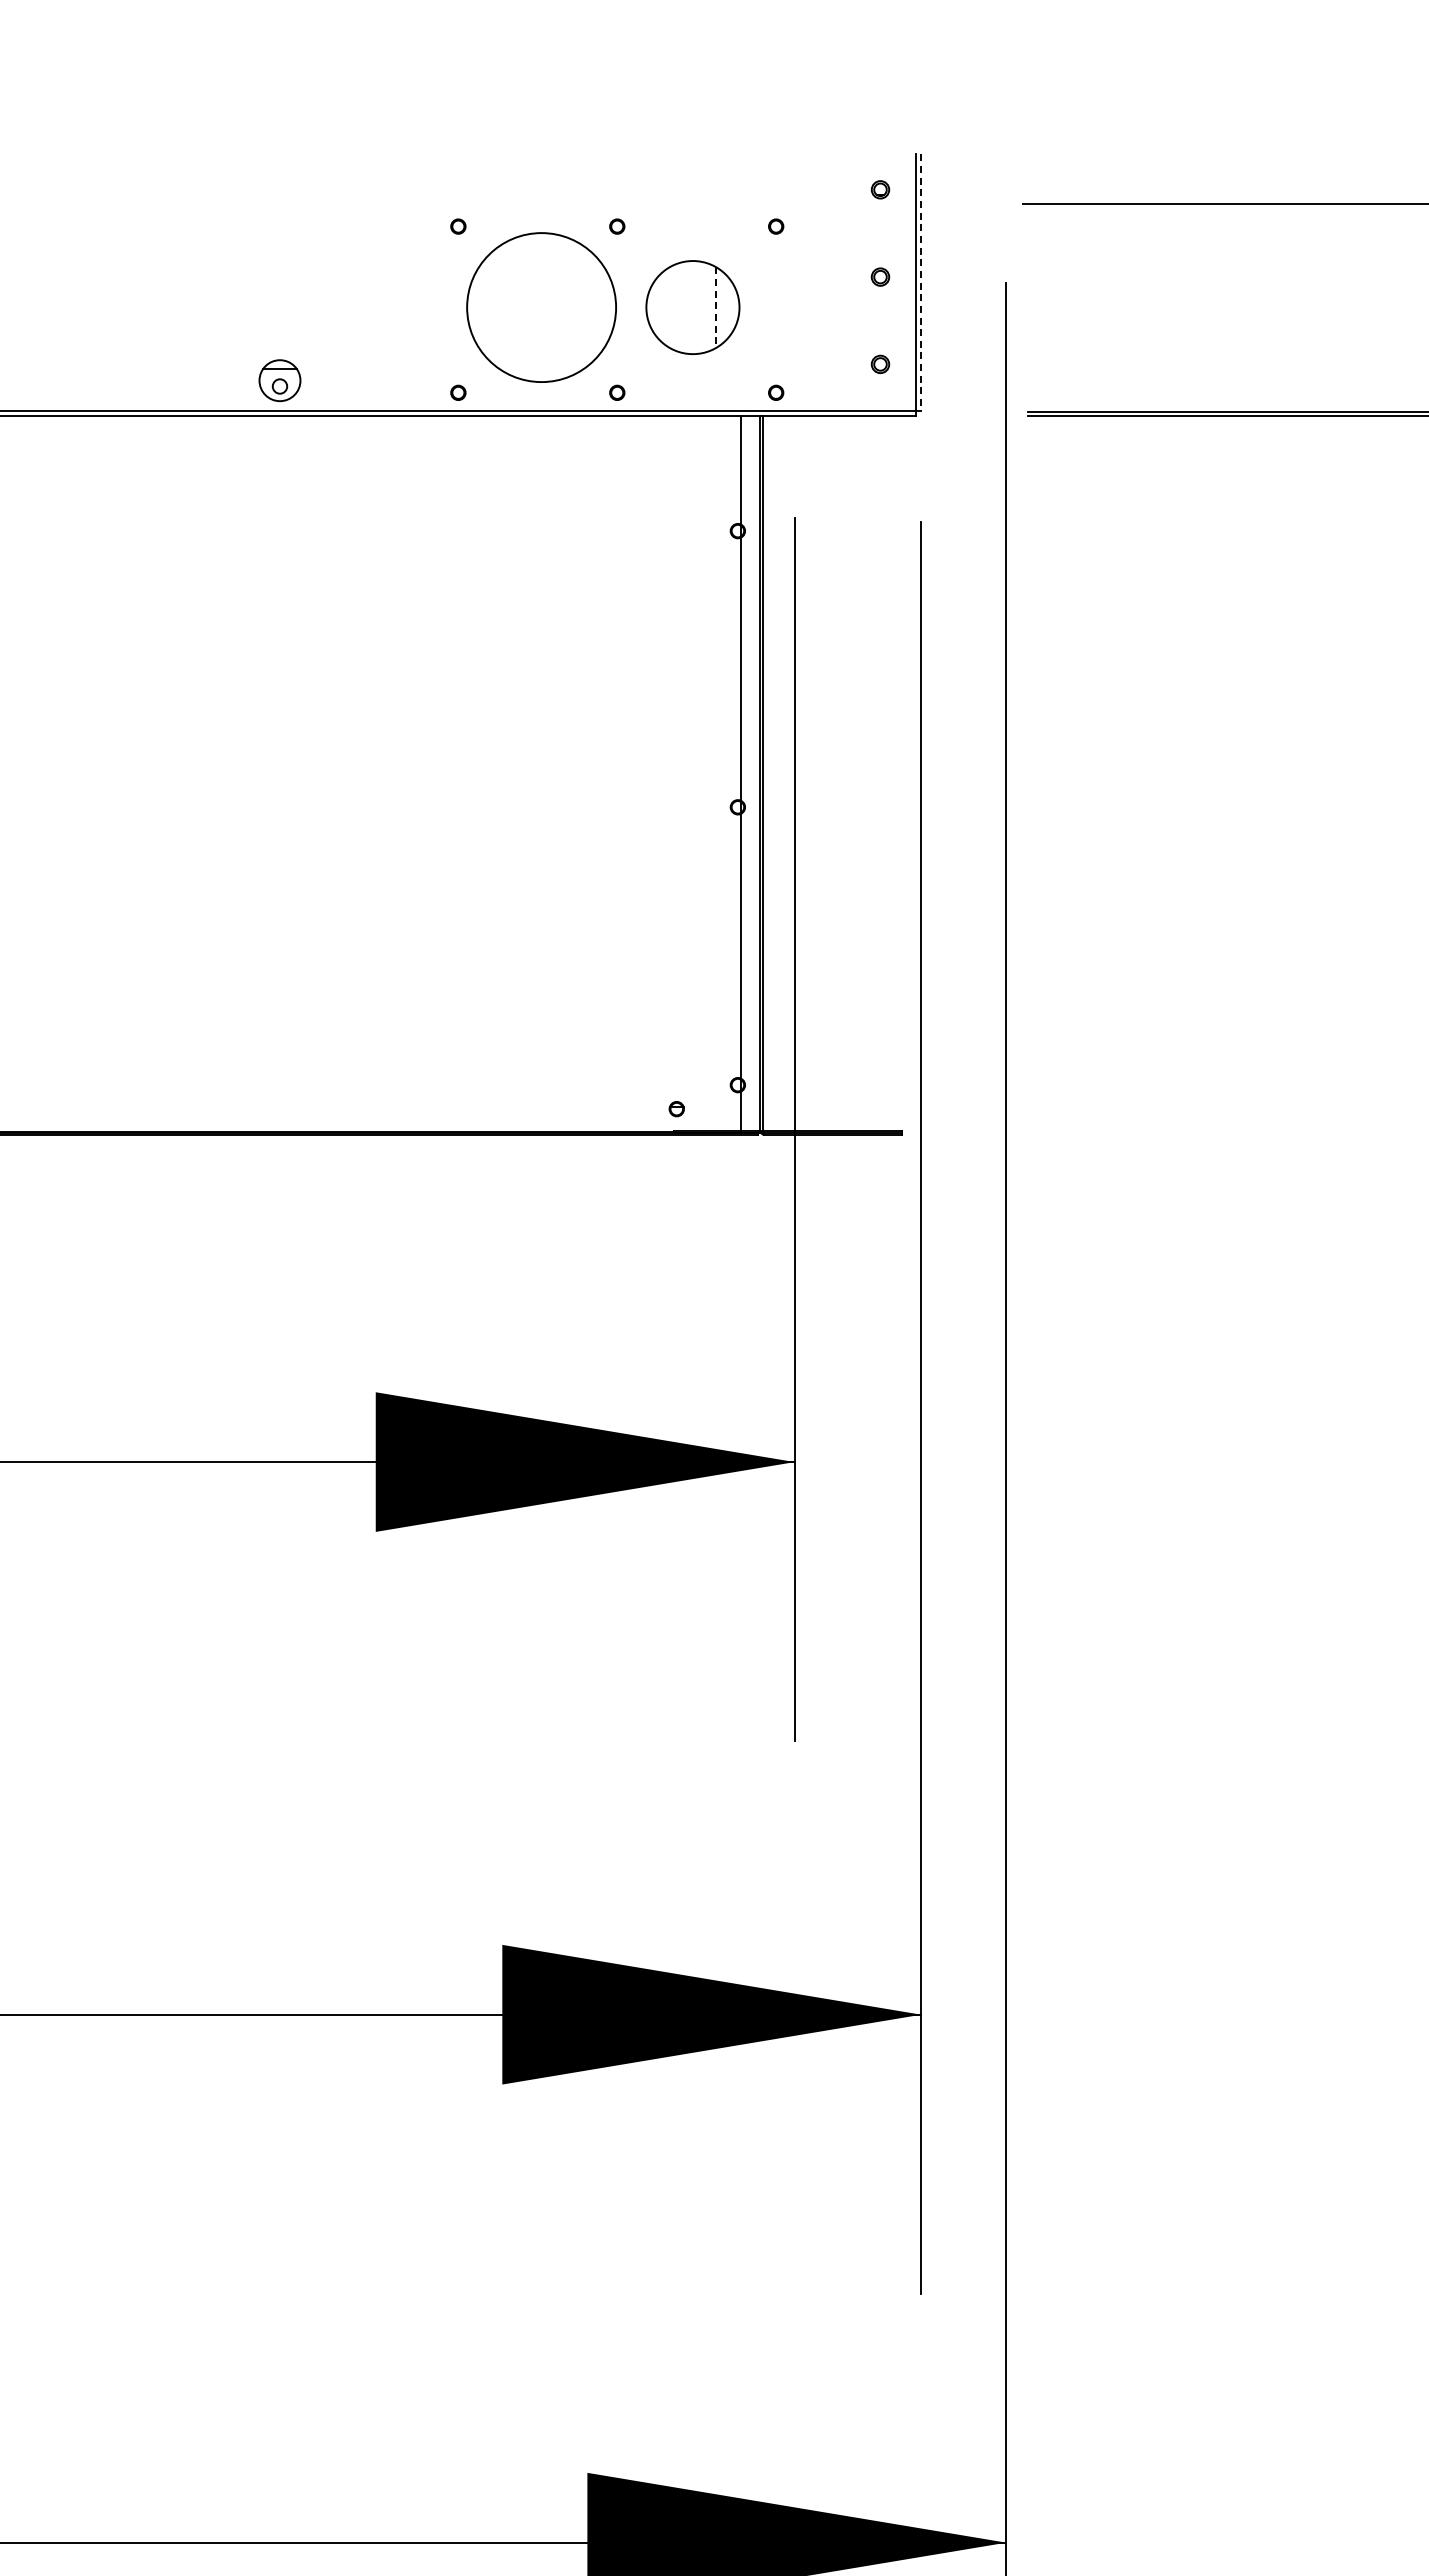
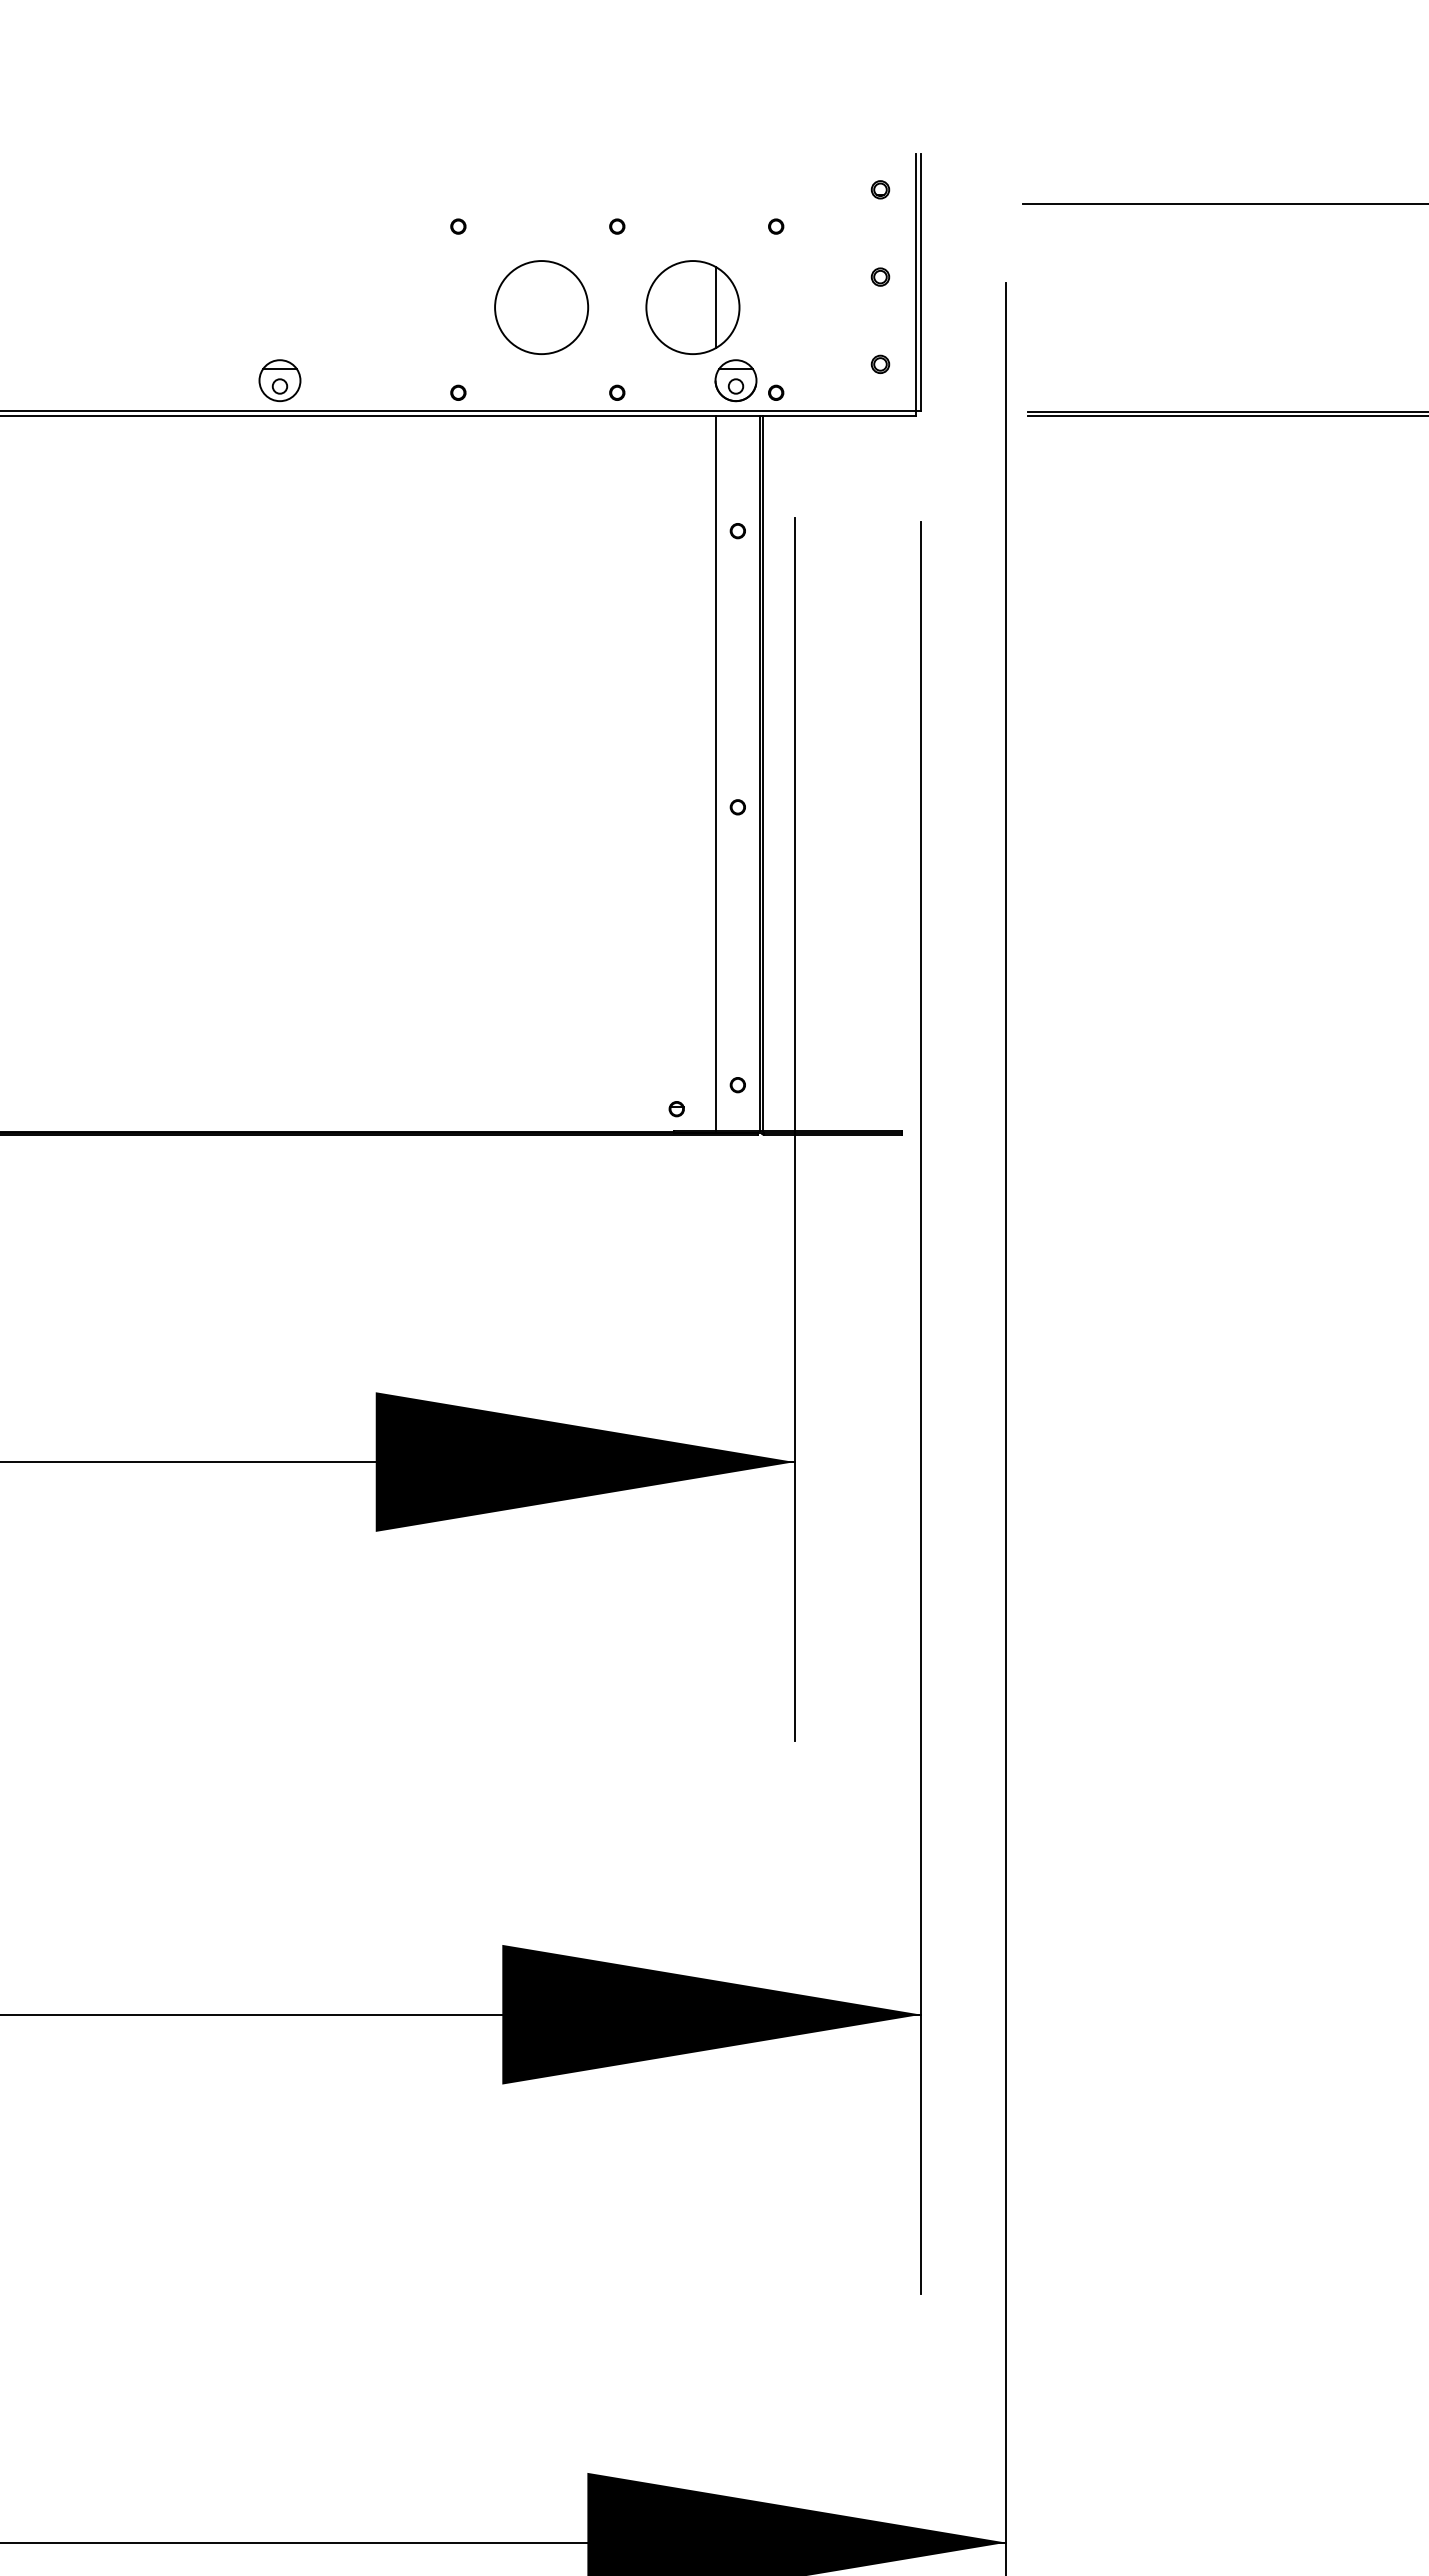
line at (921, 283): dashed -> solid
circle at (541, 307) diameter: 149 px -> 93 px
line at (716, 308): dashed -> solid
part at (735, 380): none -> present
line at (741, 772) position: (741, 772) -> (716, 772)
